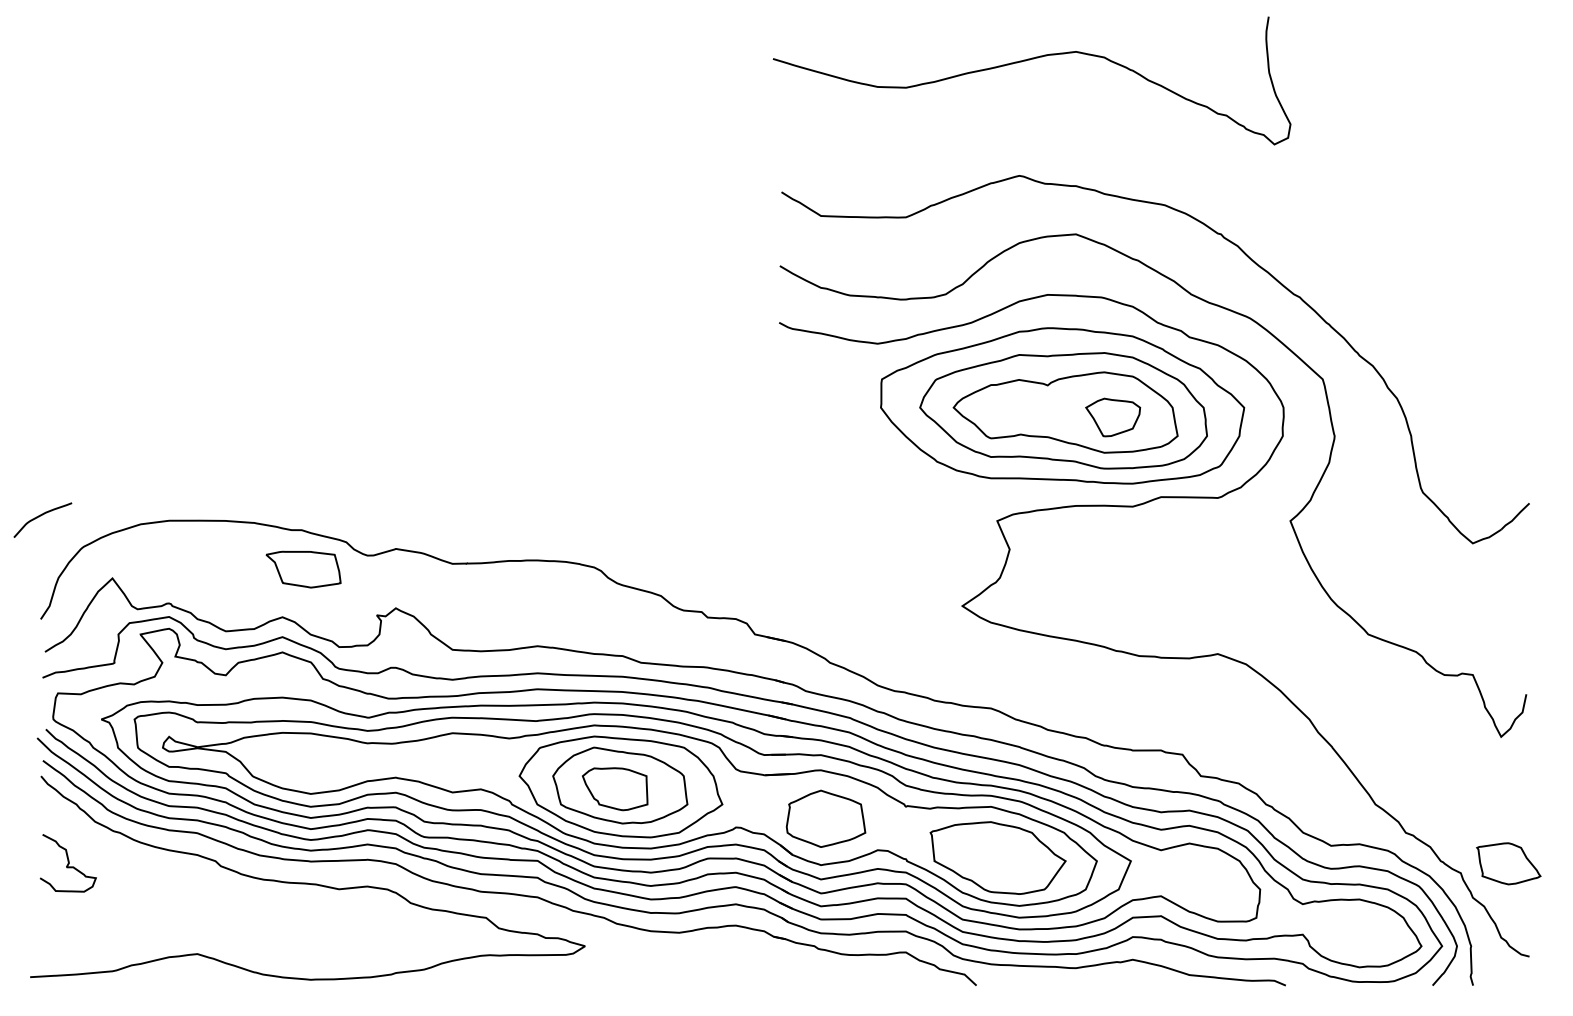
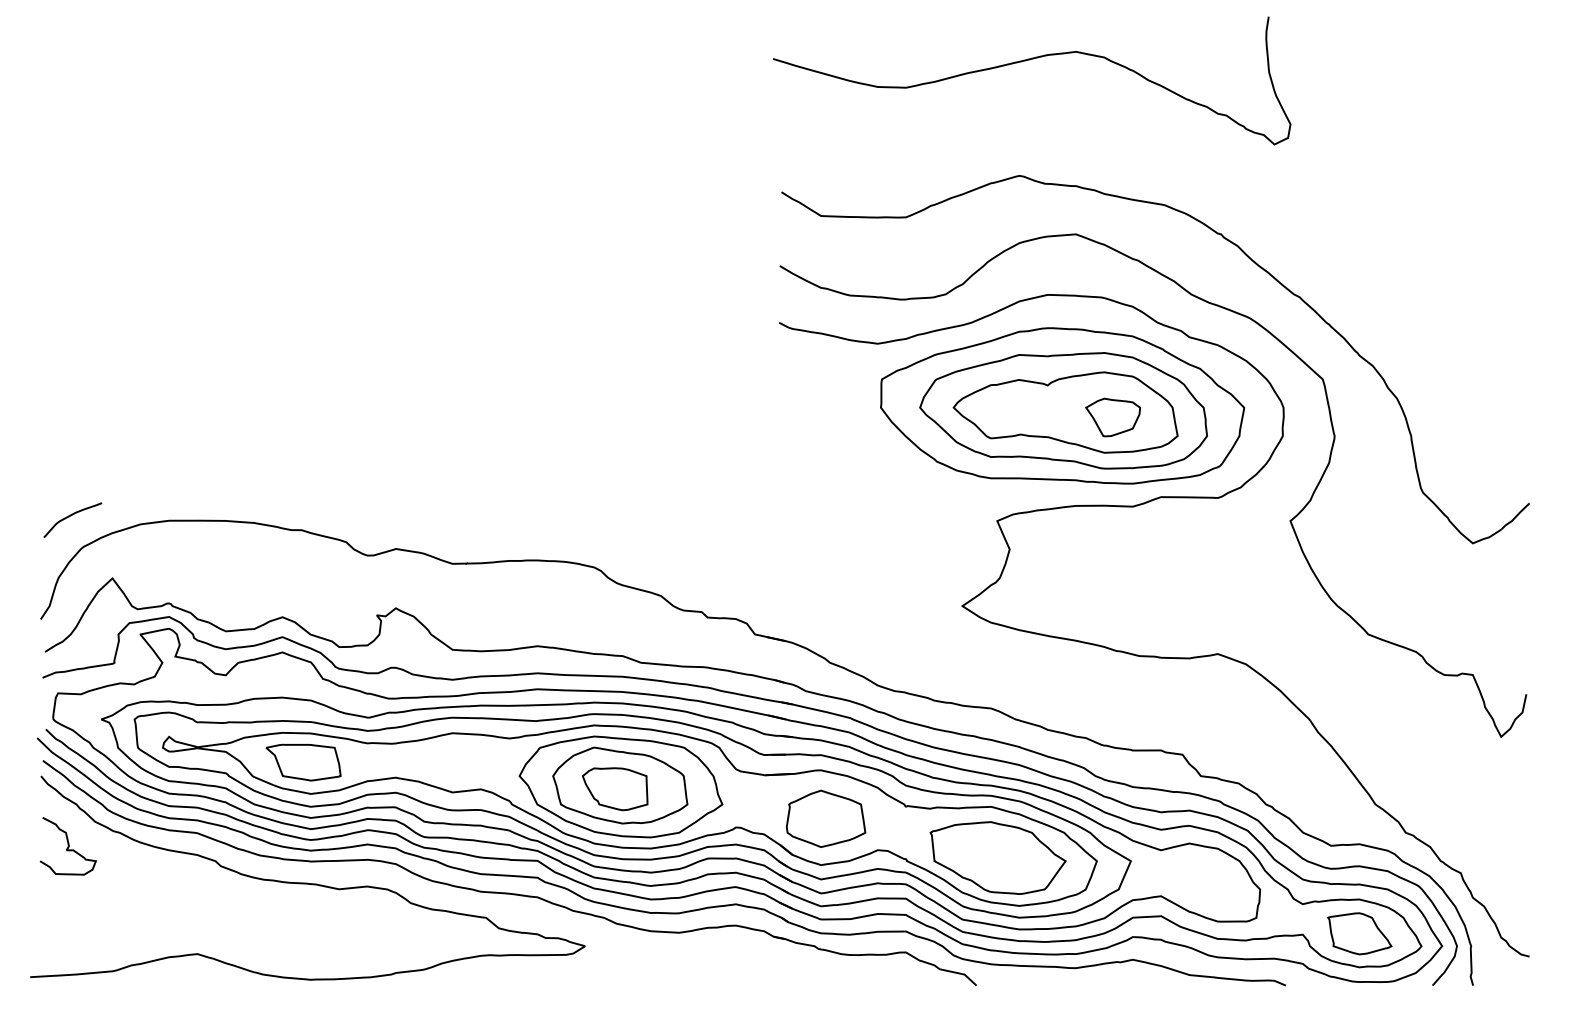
curve at (41, 516) position: (41, 516) -> (71, 516)
part at (303, 569) position: (303, 569) -> (303, 762)
curve at (67, 863) position: (67, 863) -> (67, 846)
part at (1508, 863) position: (1508, 863) -> (1359, 933)
